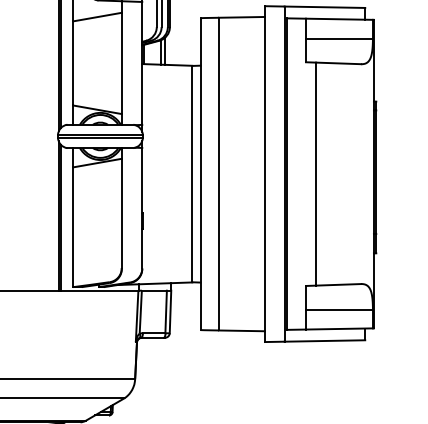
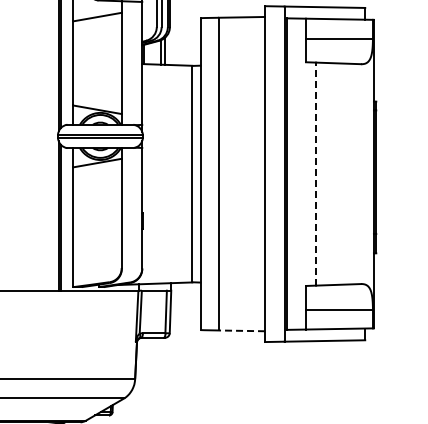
line at (316, 174): solid -> dashed
line at (242, 330): solid -> dashed
